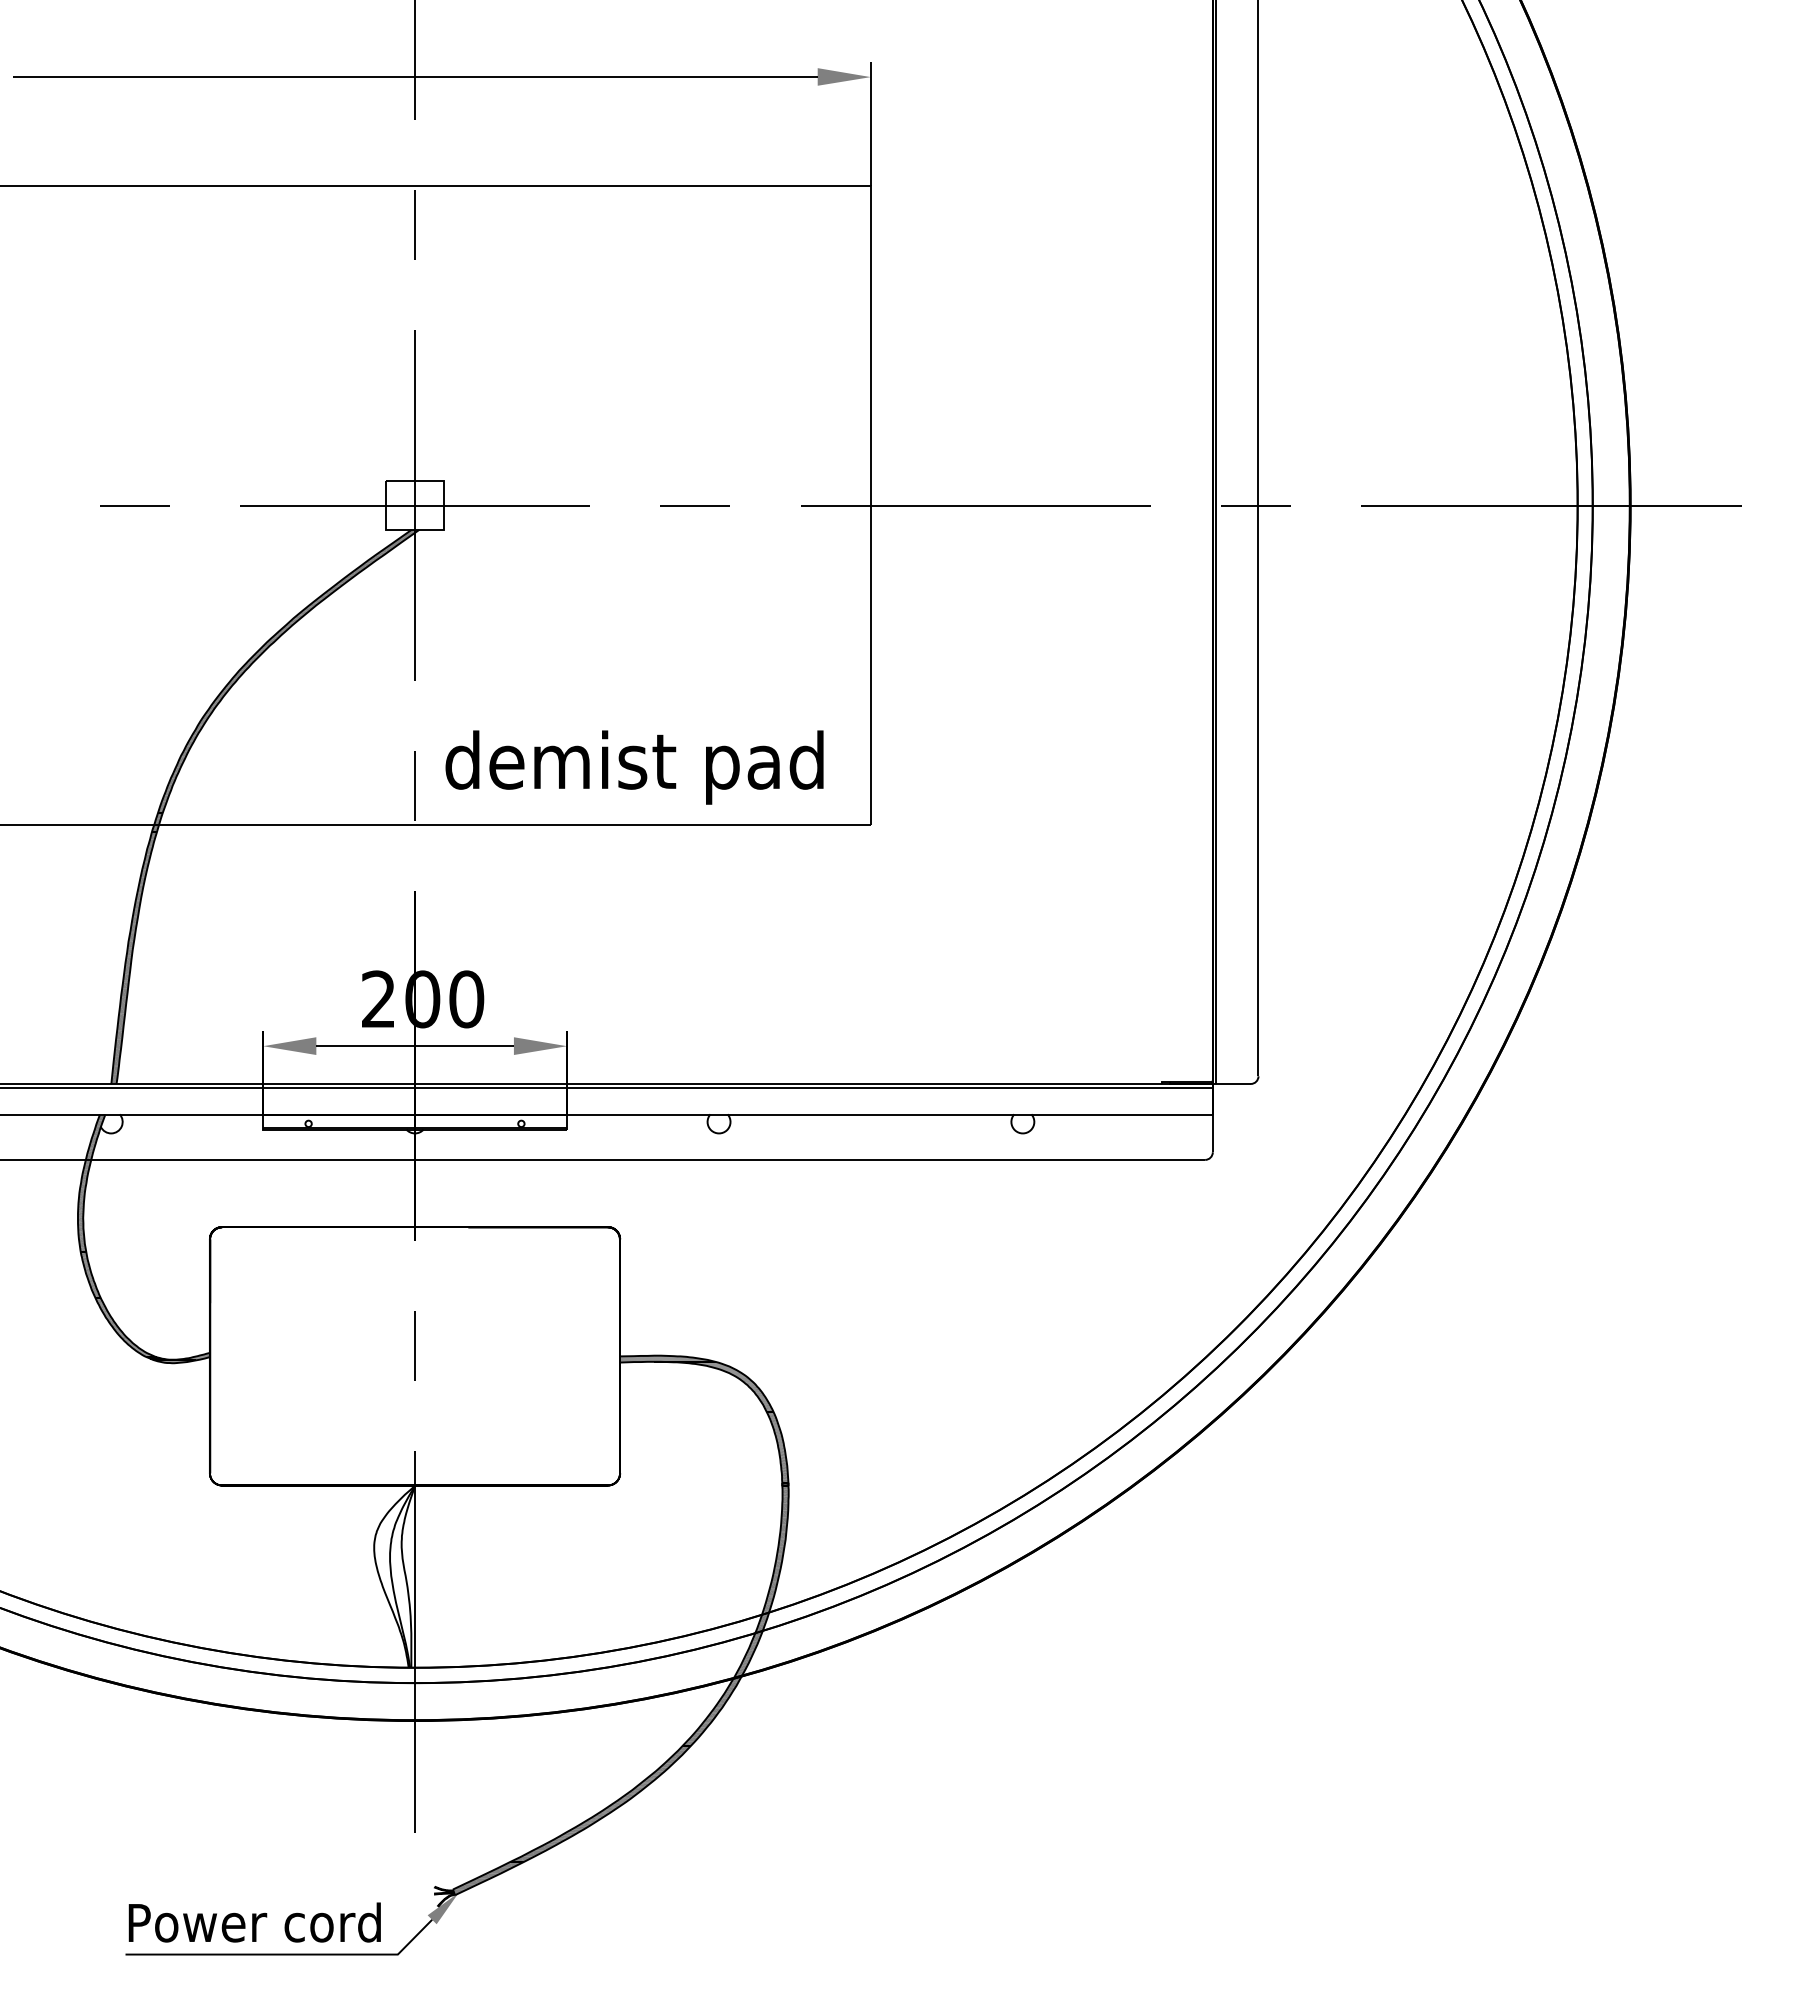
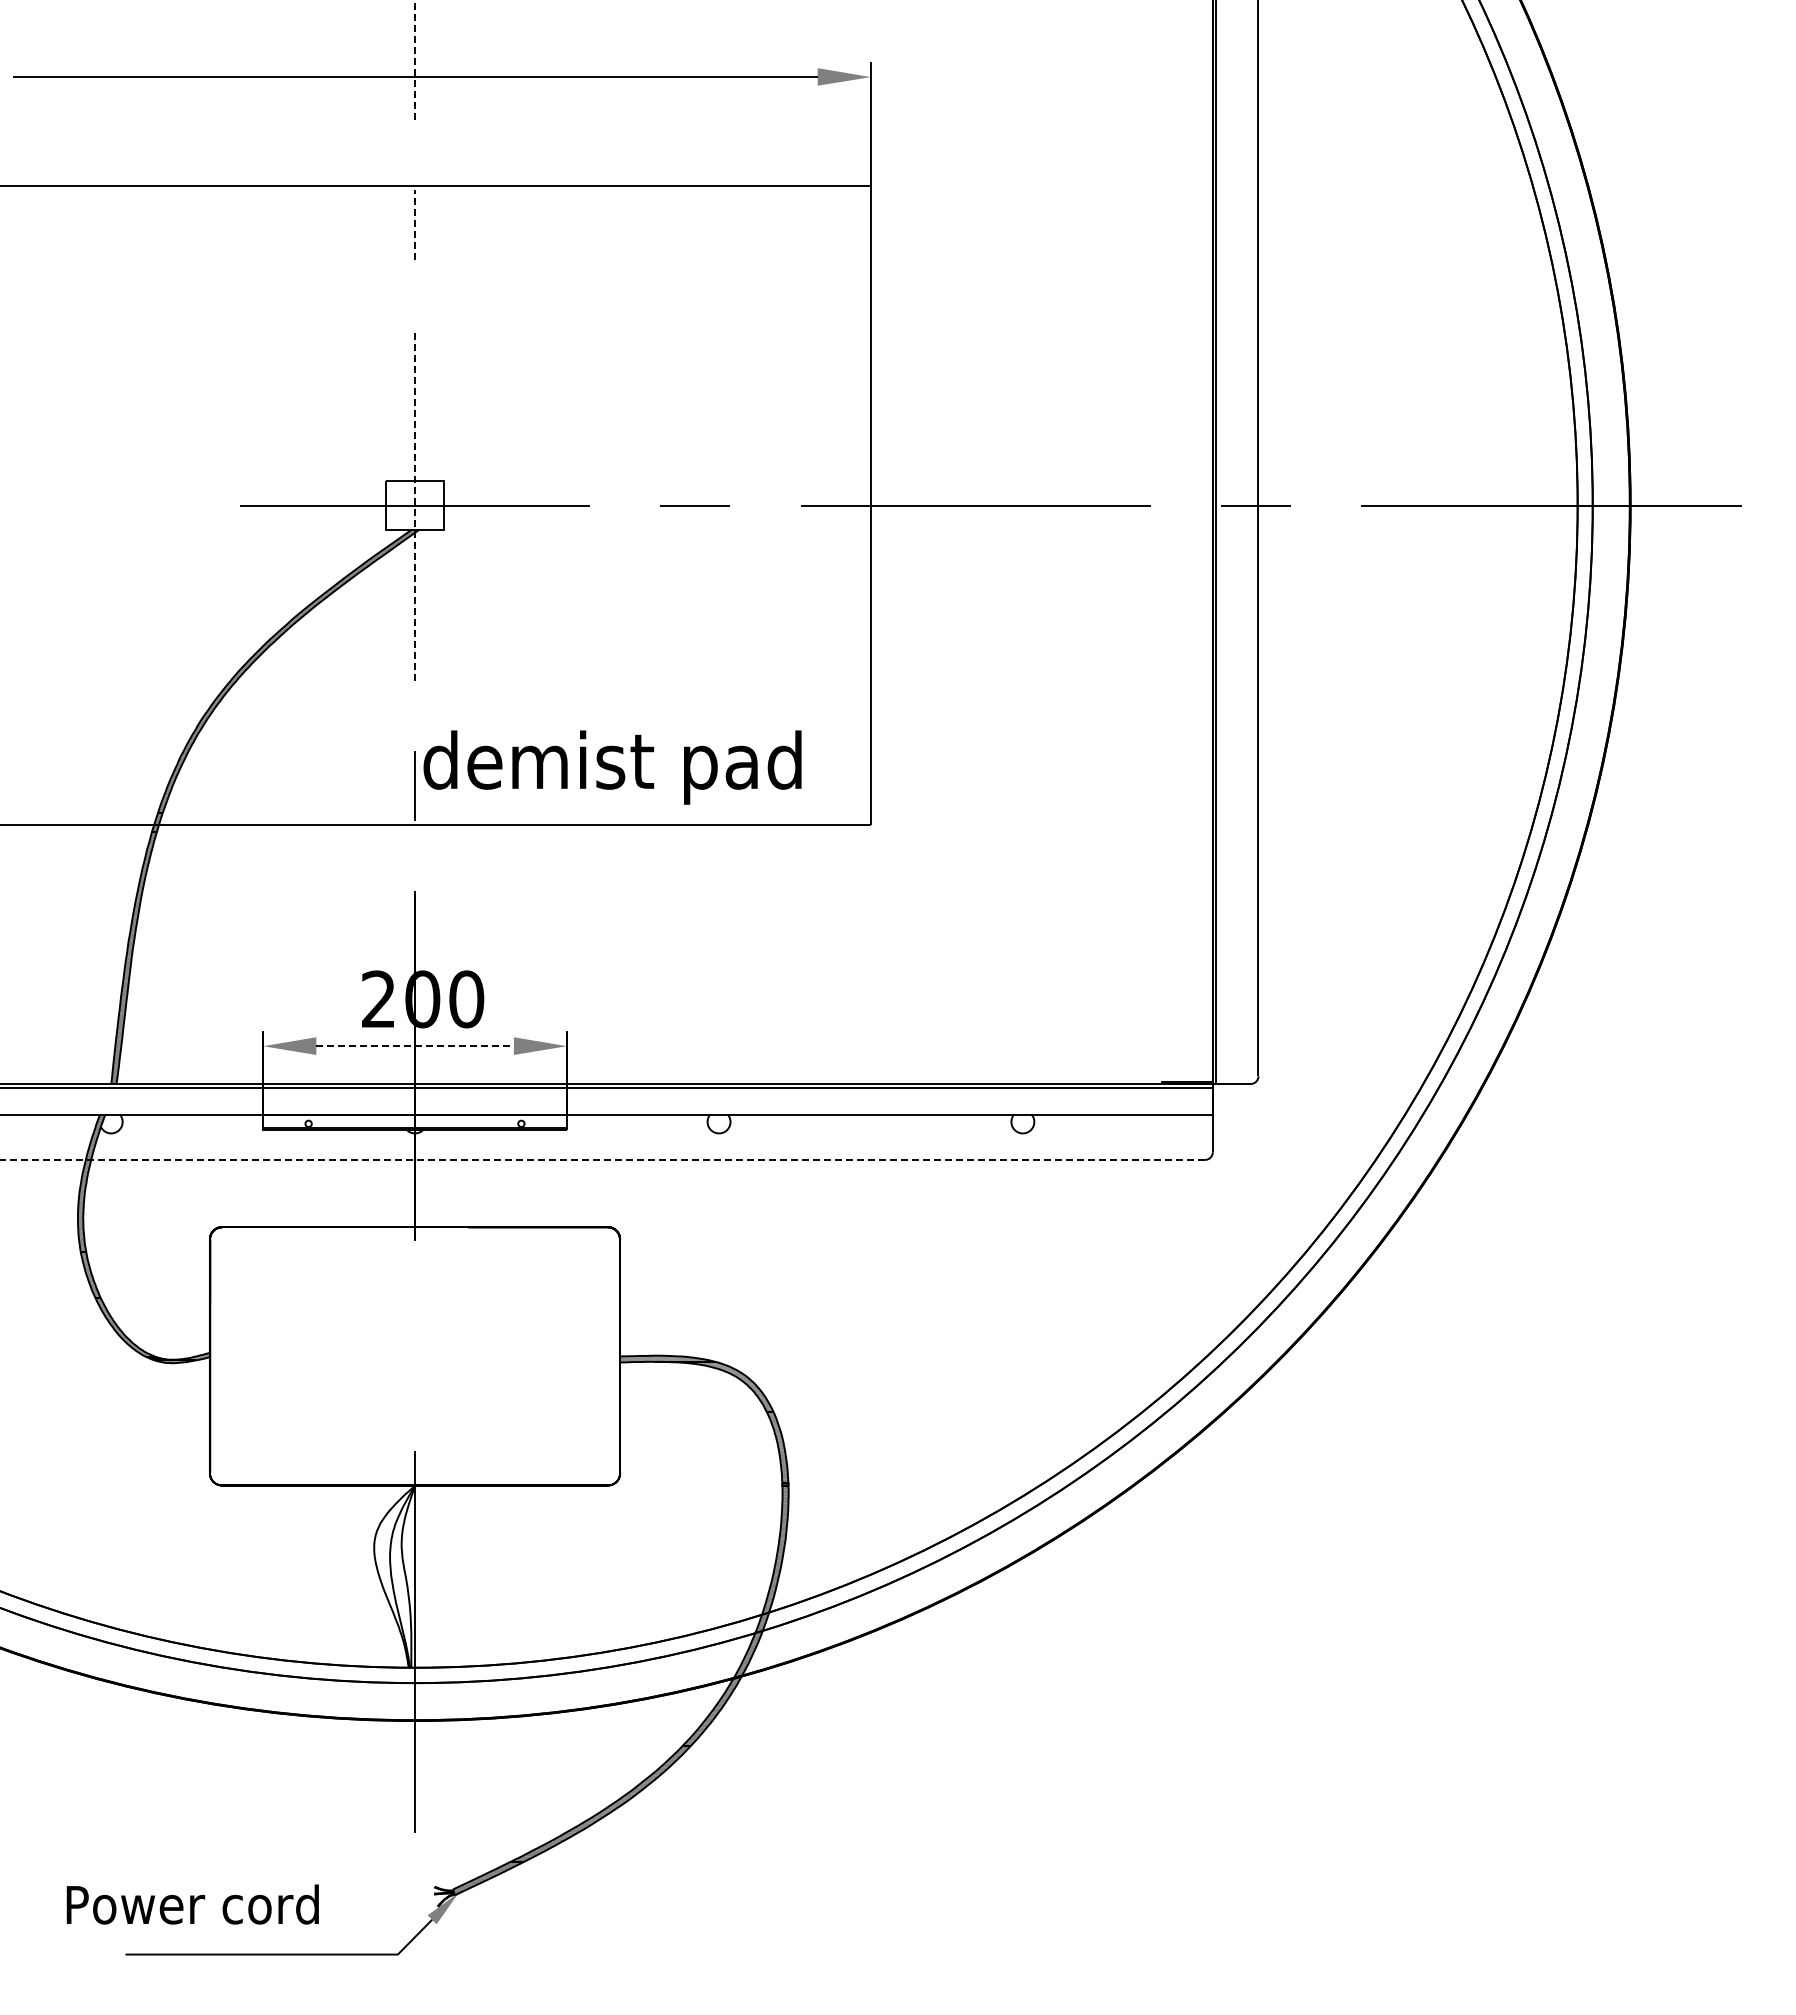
line at (415, 60): solid -> dashed
line at (415, 224): solid -> dashed
line at (134, 505): present -> none
line at (415, 505): solid -> dashed
text at (634, 767) position: (634, 767) -> (612, 767)
line at (415, 1046): solid -> dashed
line at (603, 1160): solid -> dashed
line at (414, 1345): present -> none
text at (254, 1922) position: (254, 1922) -> (192, 1904)
